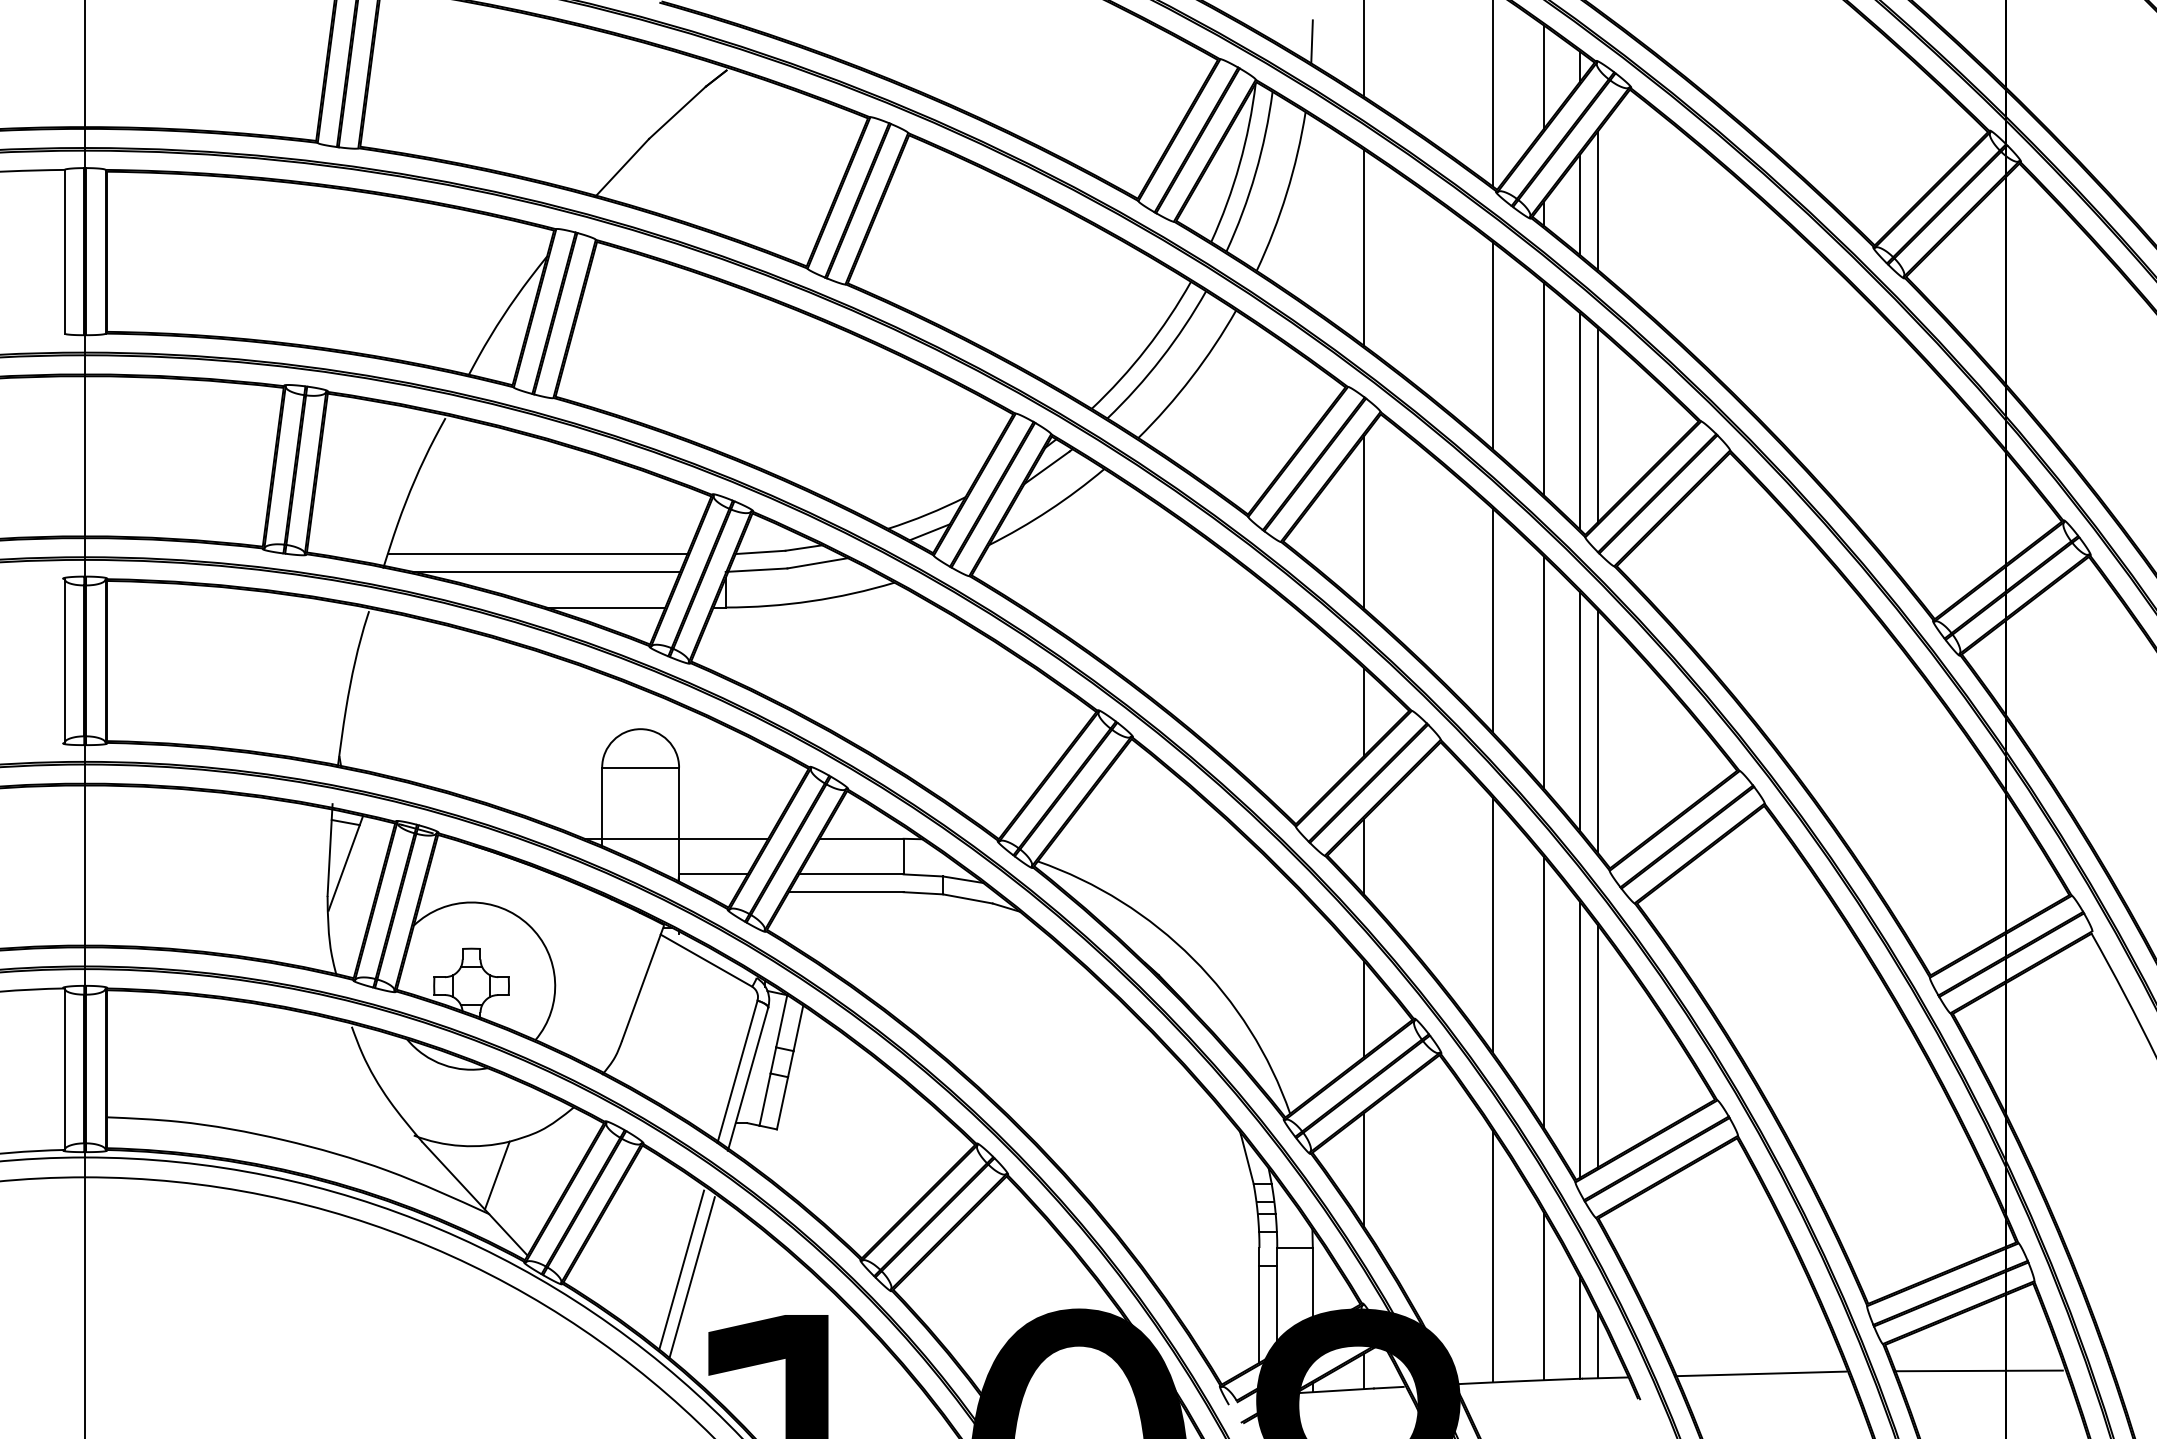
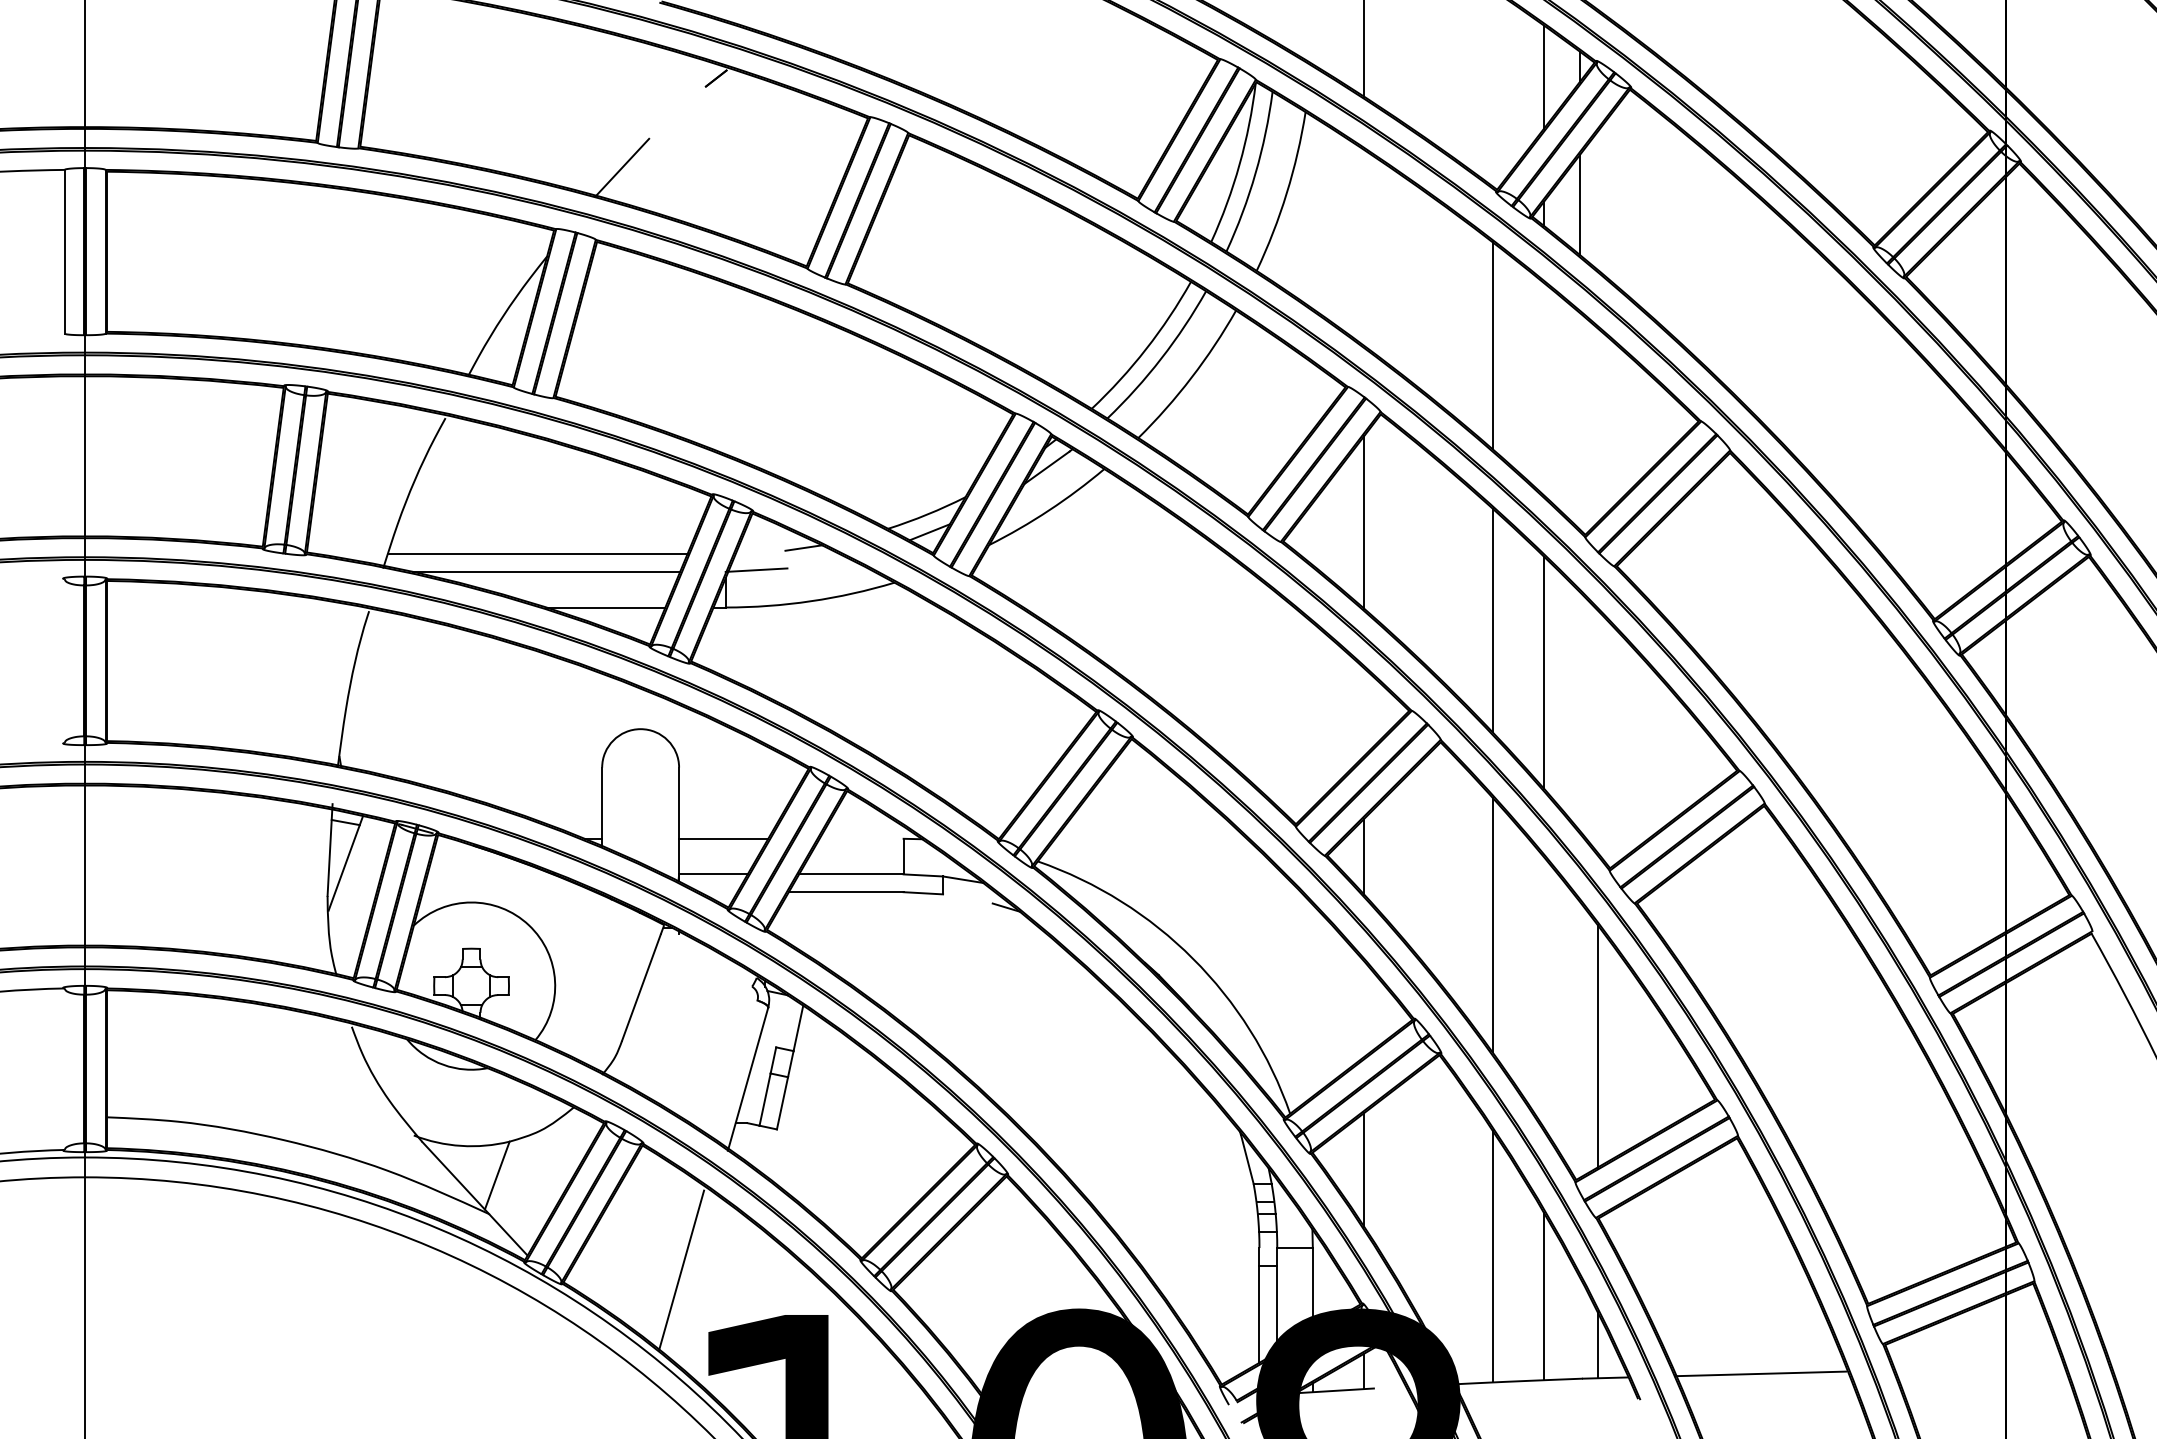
line at (1311, 41): present -> none
line at (1492, 94): present -> none
line at (677, 112): present -> none
line at (1597, 200): present -> none
line at (1364, 247): present -> none
line at (1544, 389): present -> none
line at (1579, 420): present -> none
line at (1597, 425): present -> none
line at (760, 552): present -> none
line at (817, 563): present -> none
line at (64, 660): present -> none
line at (1579, 710): present -> none
line at (1364, 711): present -> none
line at (1597, 731): present -> none
line at (640, 767): present -> none
line at (640, 838): present -> none
line at (861, 838): present -> none
line at (967, 898): present -> none
line at (706, 960): present -> none
line at (1544, 992): present -> none
line at (1364, 1008): present -> none
line at (781, 1021): present -> none
line at (1579, 1039): present -> none
line at (64, 1068): present -> none
line at (737, 1071): present -> none
line at (691, 1277): present -> none
line at (1579, 1327): present -> none
line at (1978, 1370): present -> none
line at (1388, 1387): present -> none
